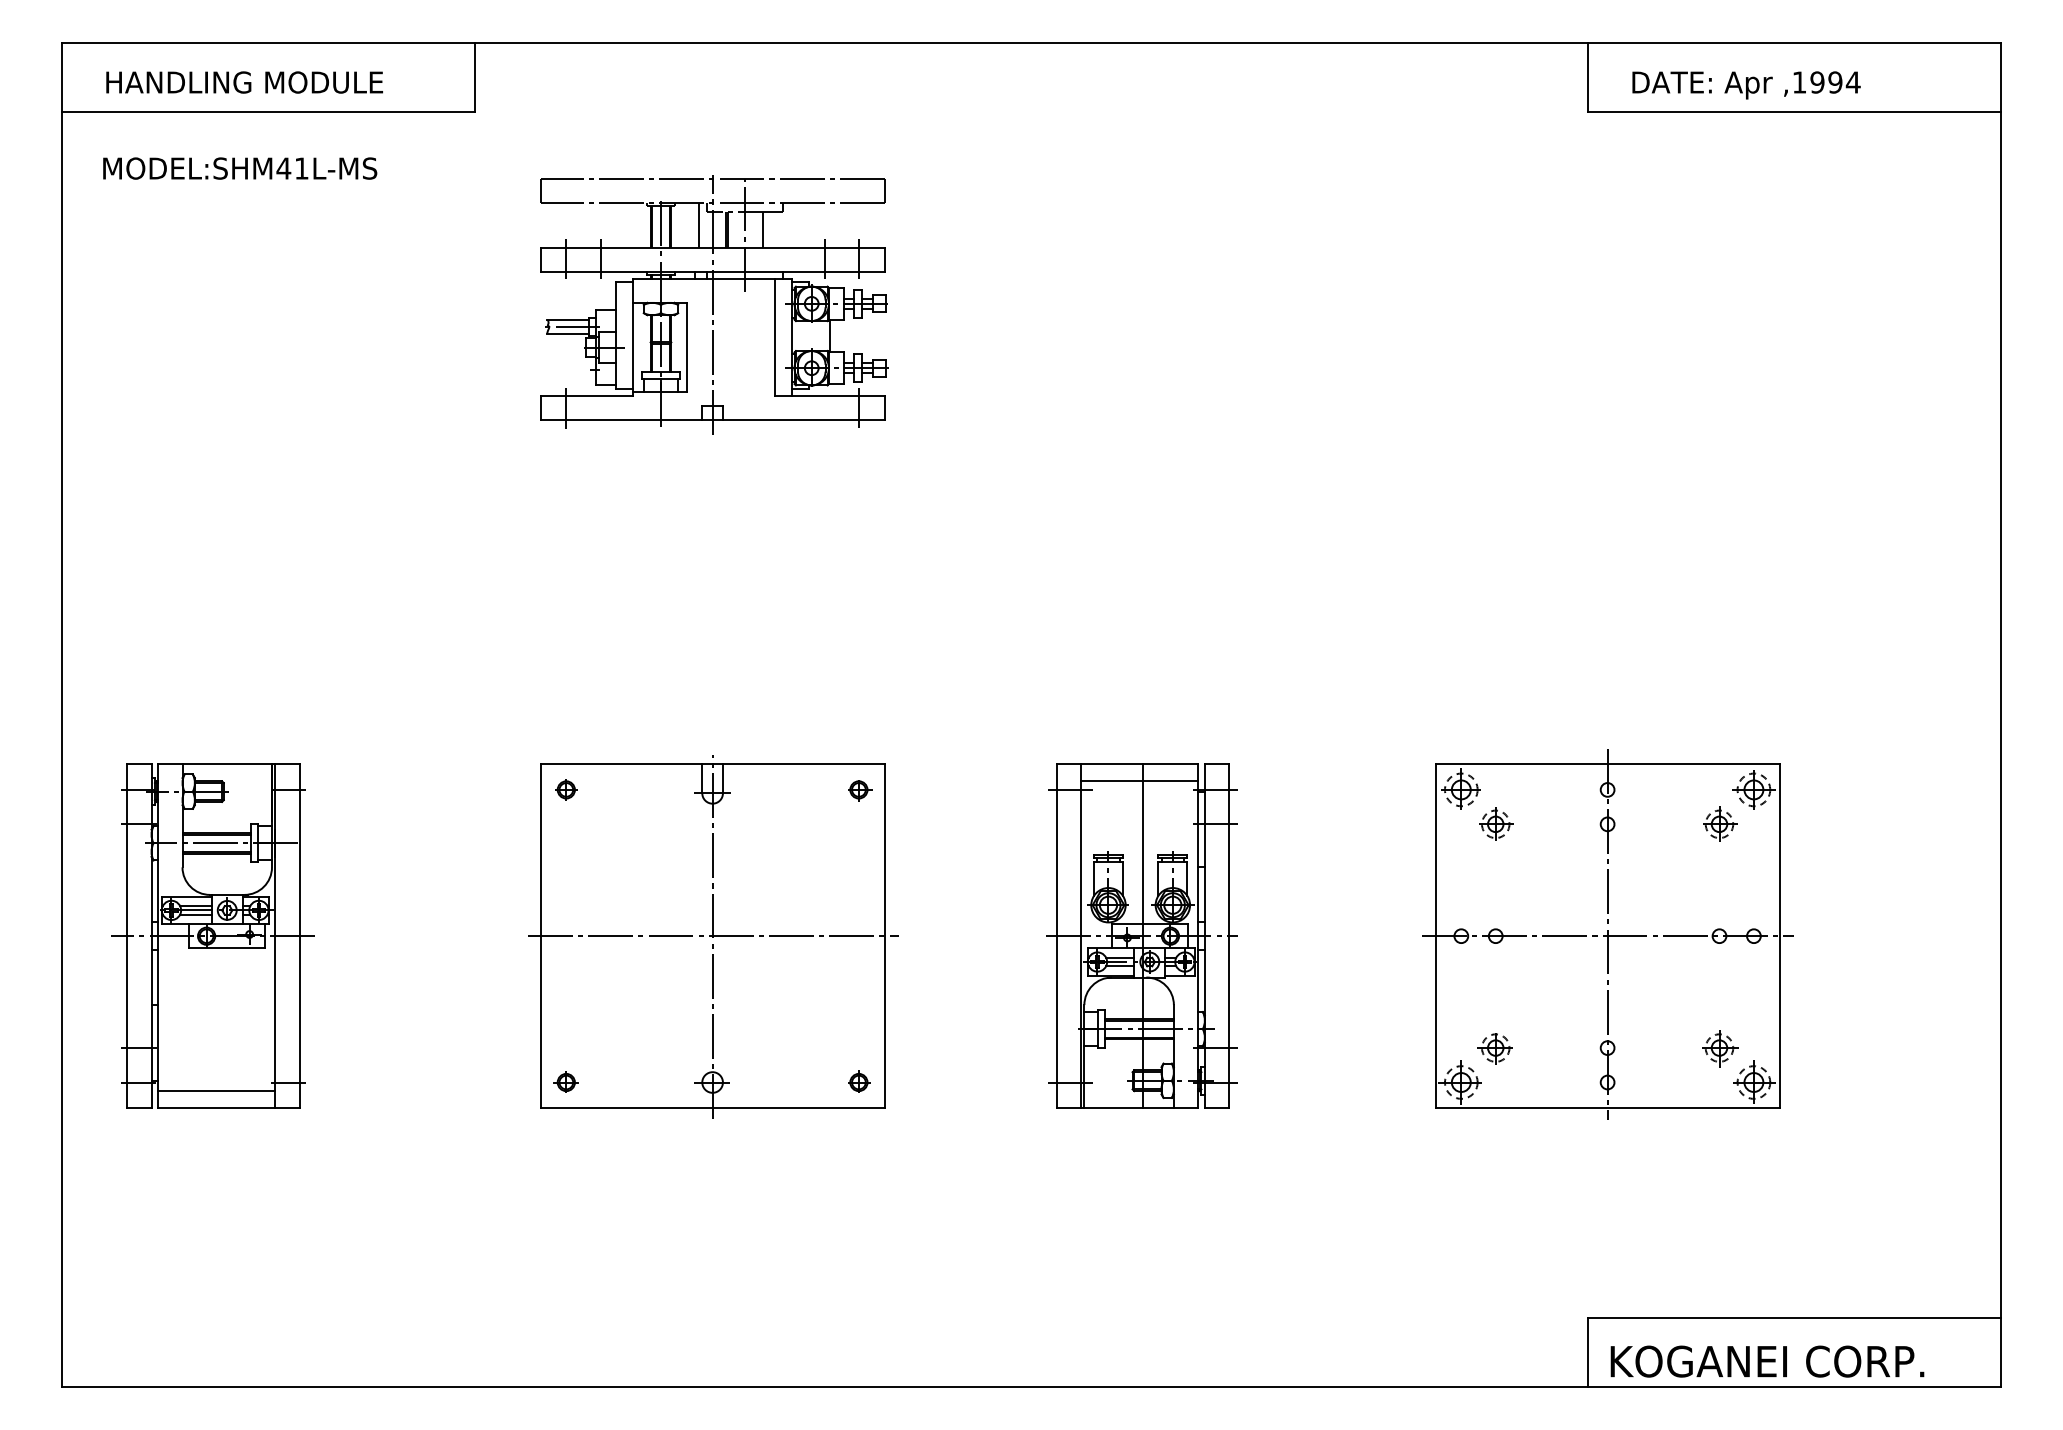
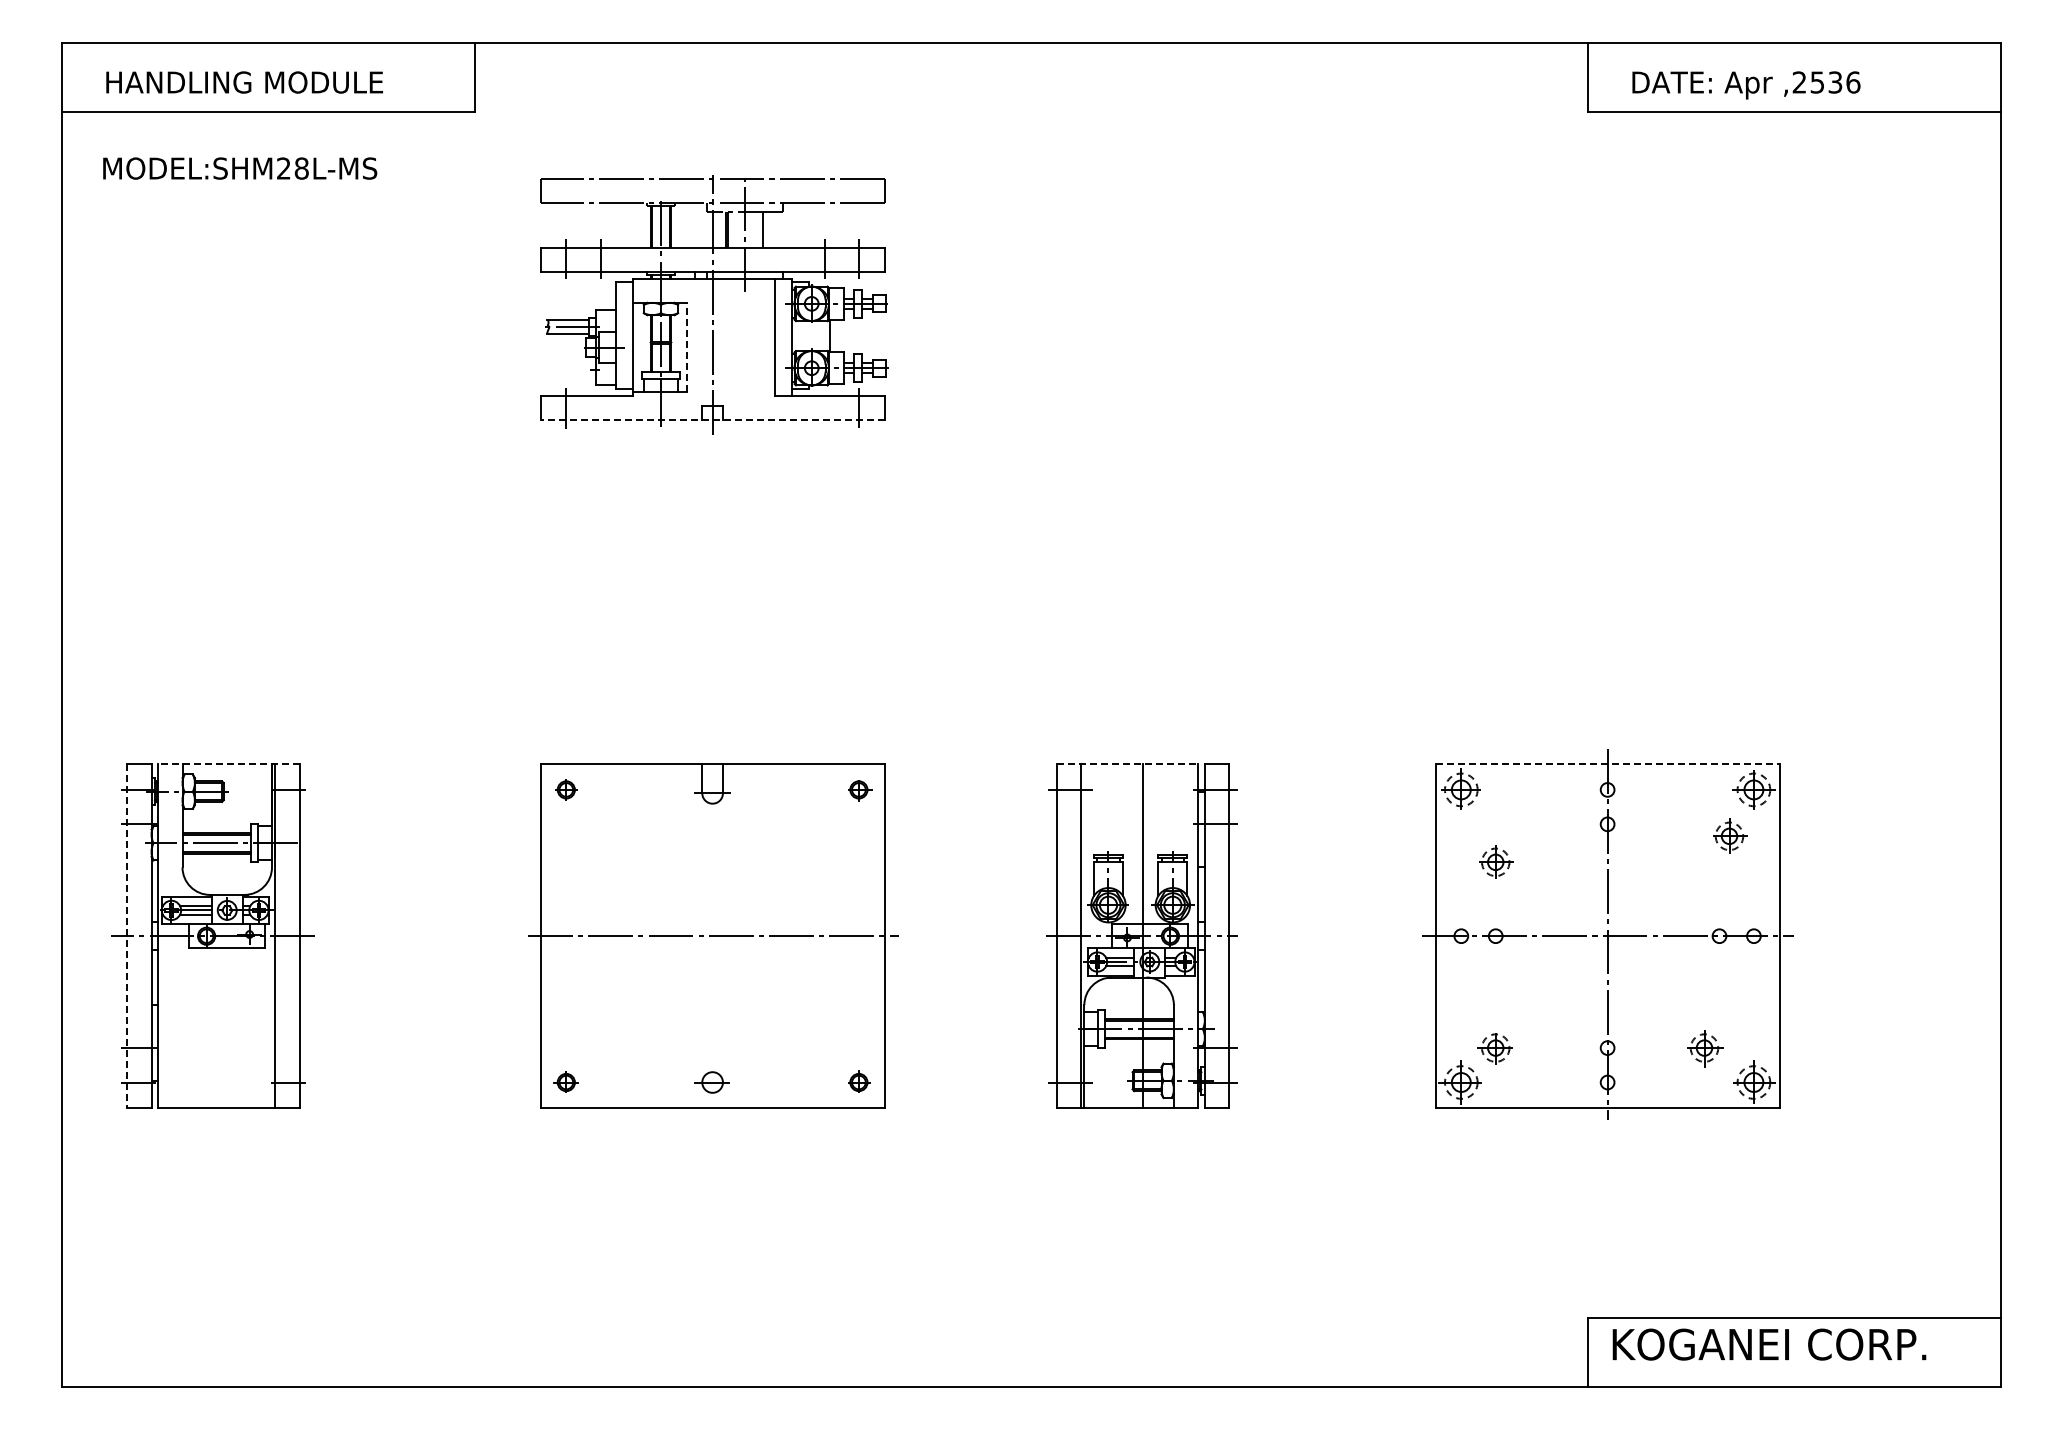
text at (1826, 82): ,1994 -> ,2536
text at (292, 168): MODEL:SHM41L-MS -> MODEL:SHM28L-MS
line at (698, 225): present -> none
line at (686, 347): solid -> dashed
line at (712, 419): solid -> dashed
line at (228, 764): solid -> dashed
line at (1127, 764): solid -> dashed
line at (1608, 764): solid -> dashed
line at (1138, 781): present -> none
part at (1496, 823) position: (1496, 823) -> (1496, 861)
part at (1720, 823) position: (1720, 823) -> (1730, 835)
line at (127, 936): solid -> dashed
line at (712, 936): present -> none
part at (1720, 1048) position: (1720, 1048) -> (1705, 1048)
line at (216, 1091): present -> none
text at (1767, 1361) position: (1767, 1361) -> (1769, 1344)
